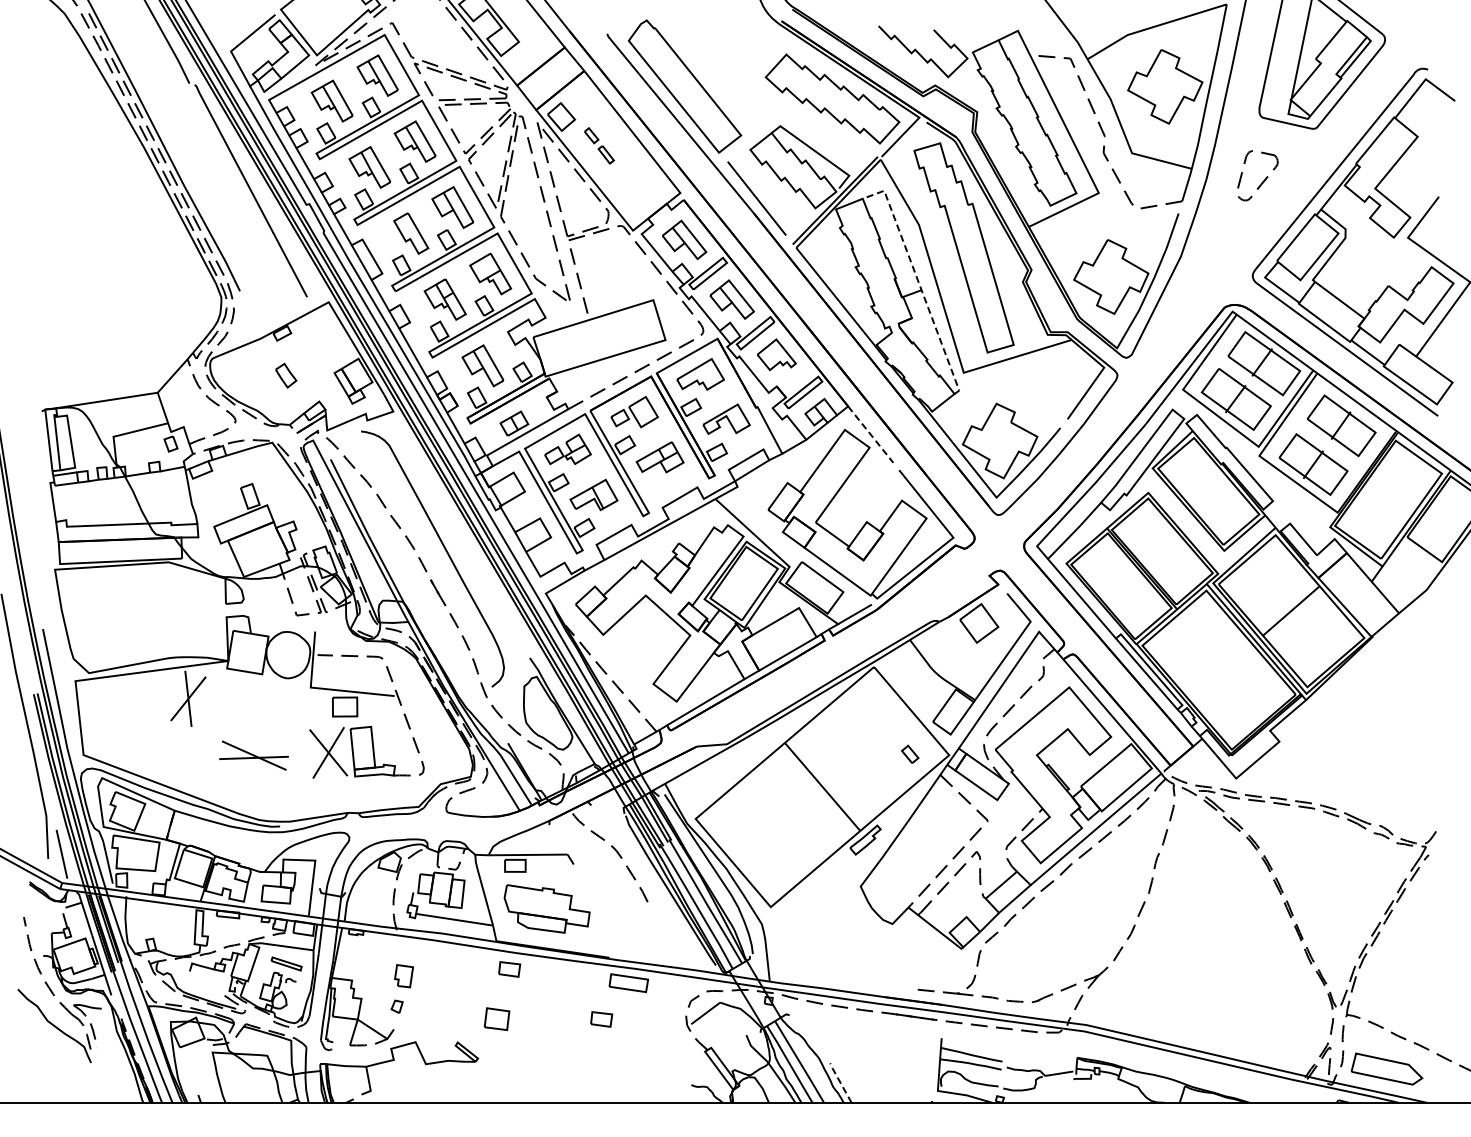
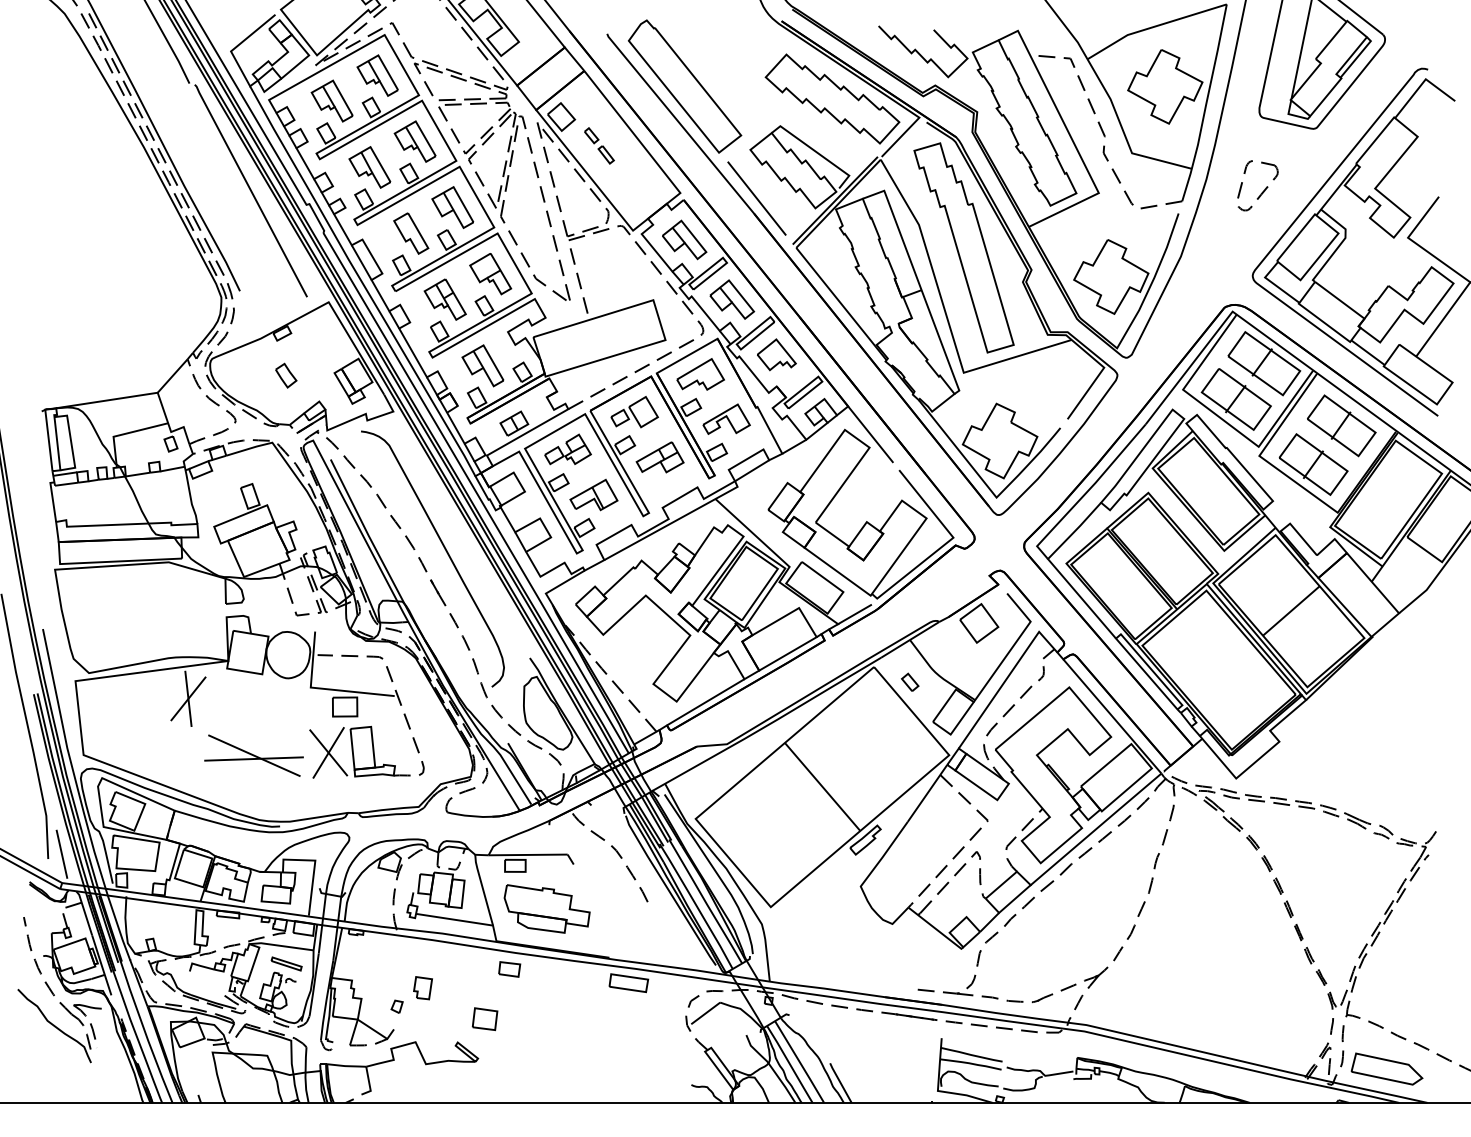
part at (1263, 180) position: (1263, 180) -> (1263, 190)
line at (918, 282): dashed -> solid
line at (871, 435): dashed -> solid
part at (910, 753) position: (910, 753) -> (910, 681)
part at (253, 755) size: 70x31 px -> 100x43 px
part at (403, 976) position: (403, 976) -> (422, 988)
part at (496, 1019) position: (496, 1019) -> (484, 1019)
part at (601, 1019): present -> none
line at (840, 1082): dashed -> solid
